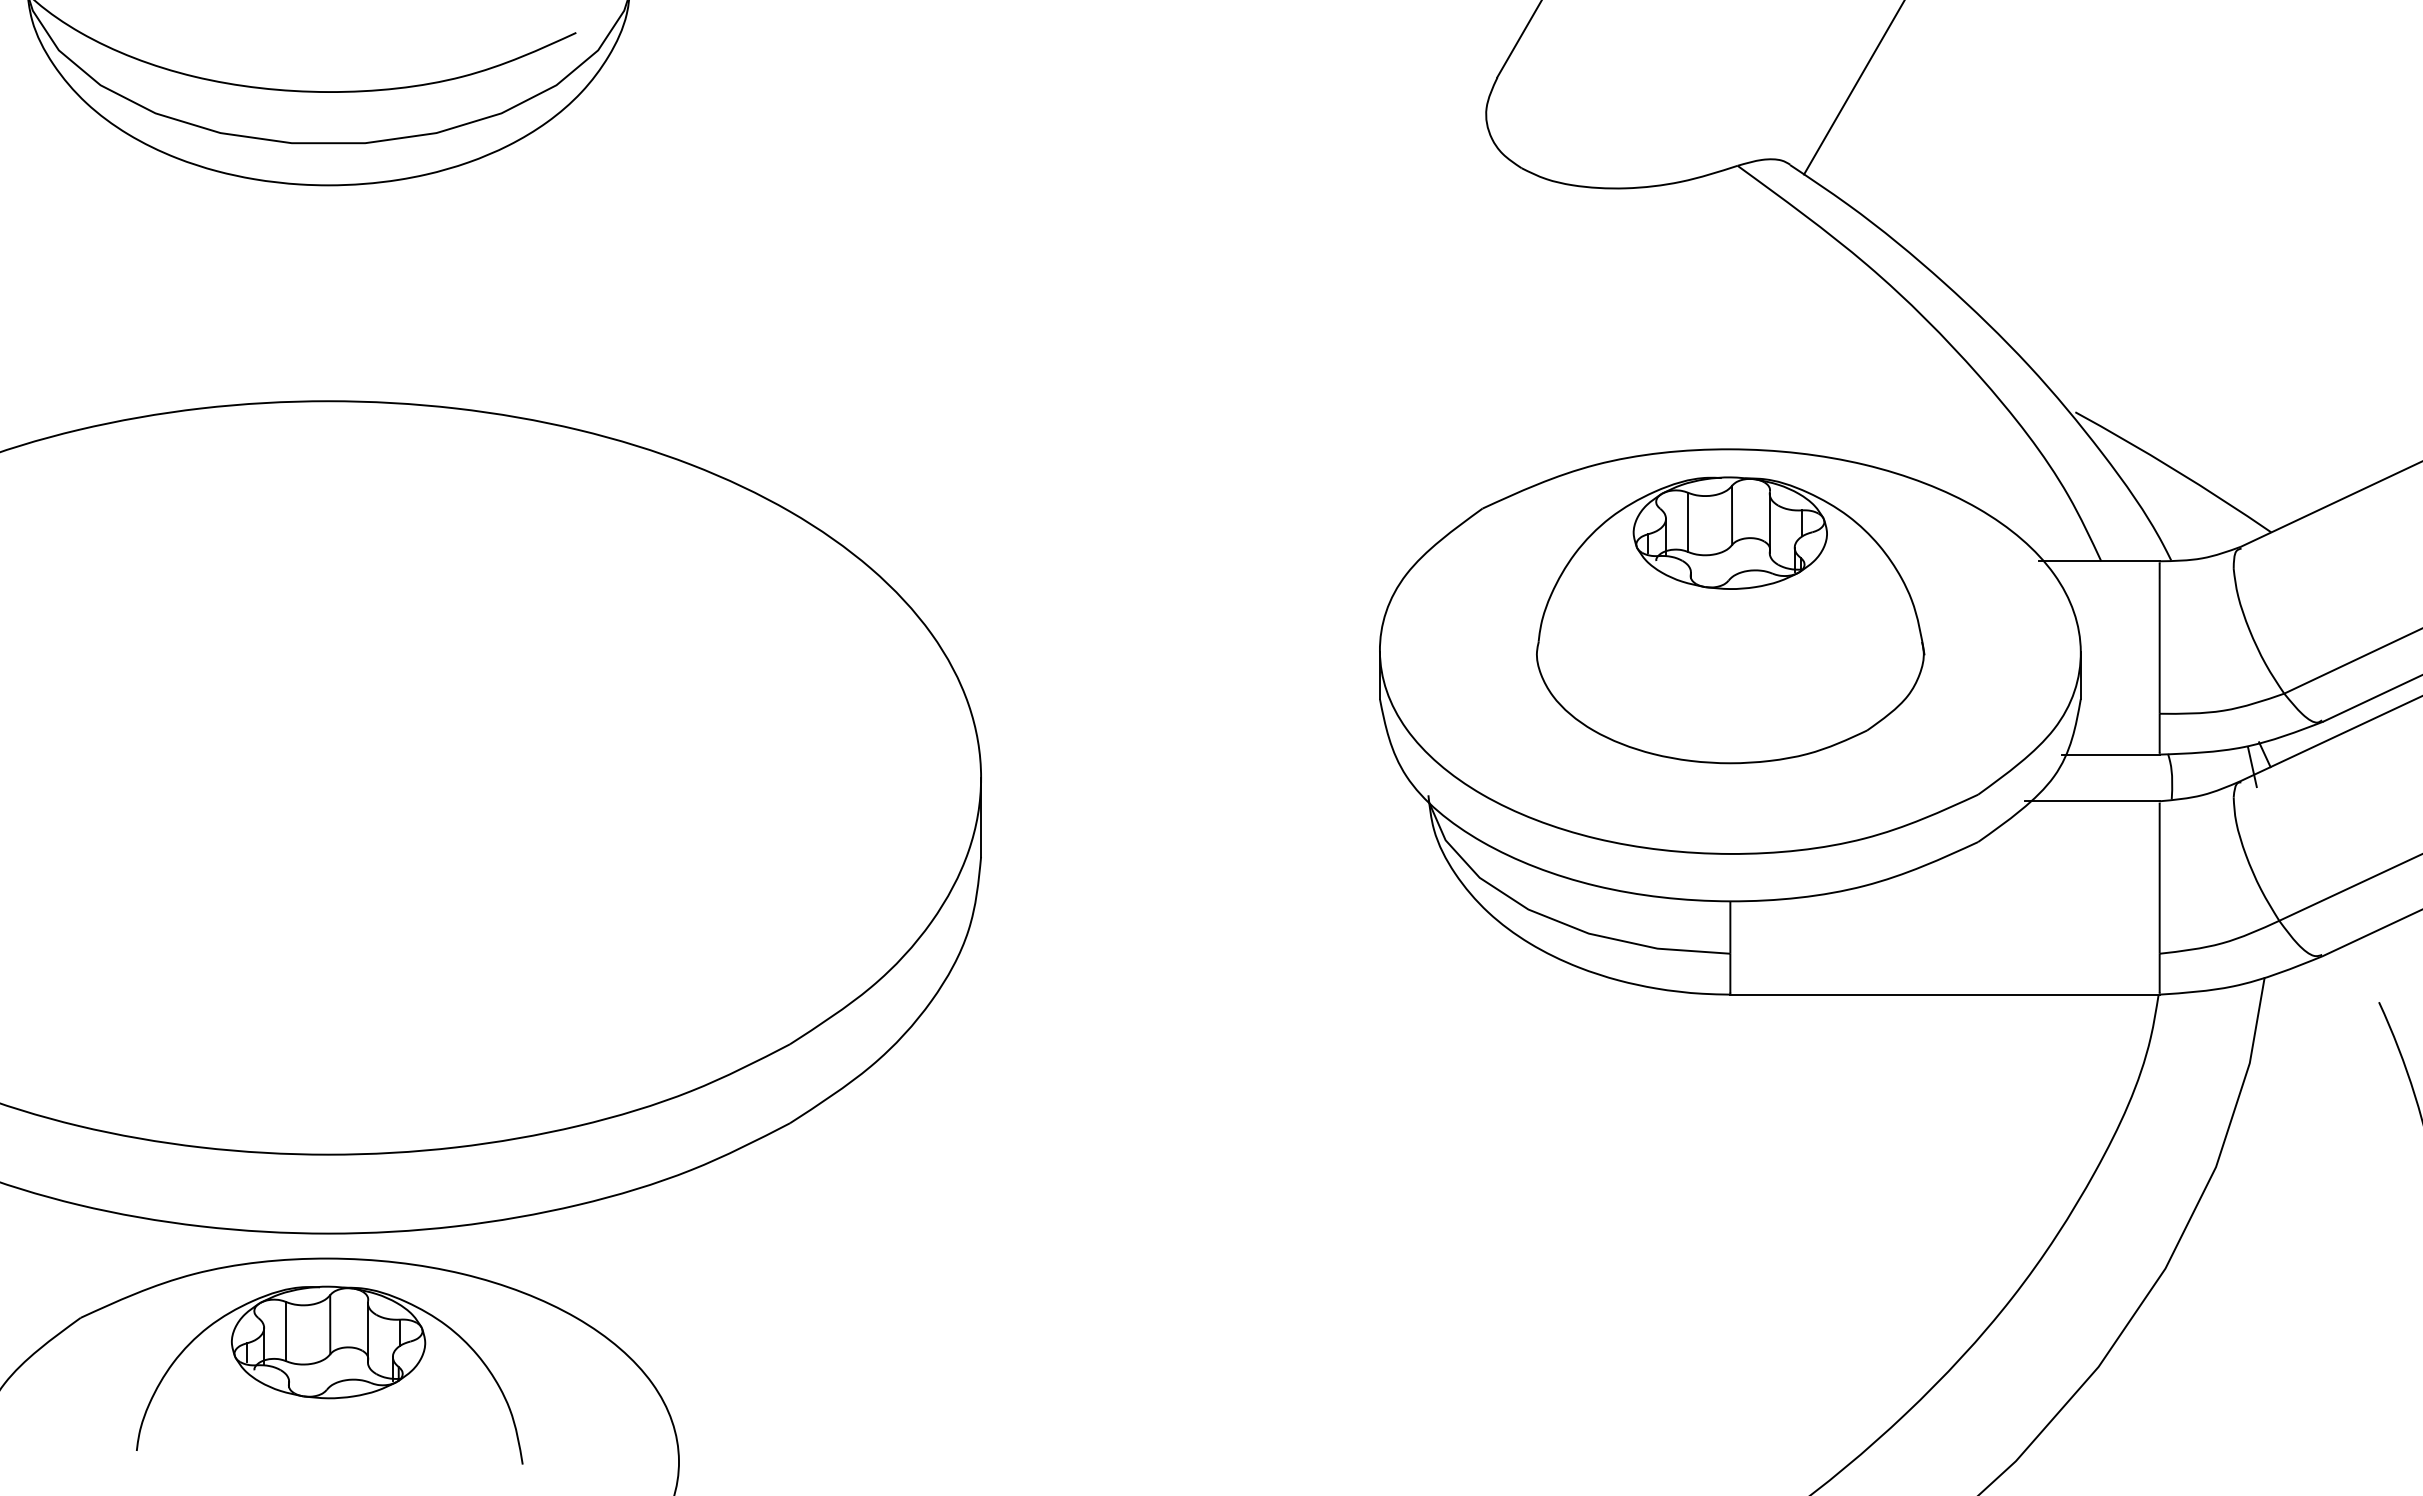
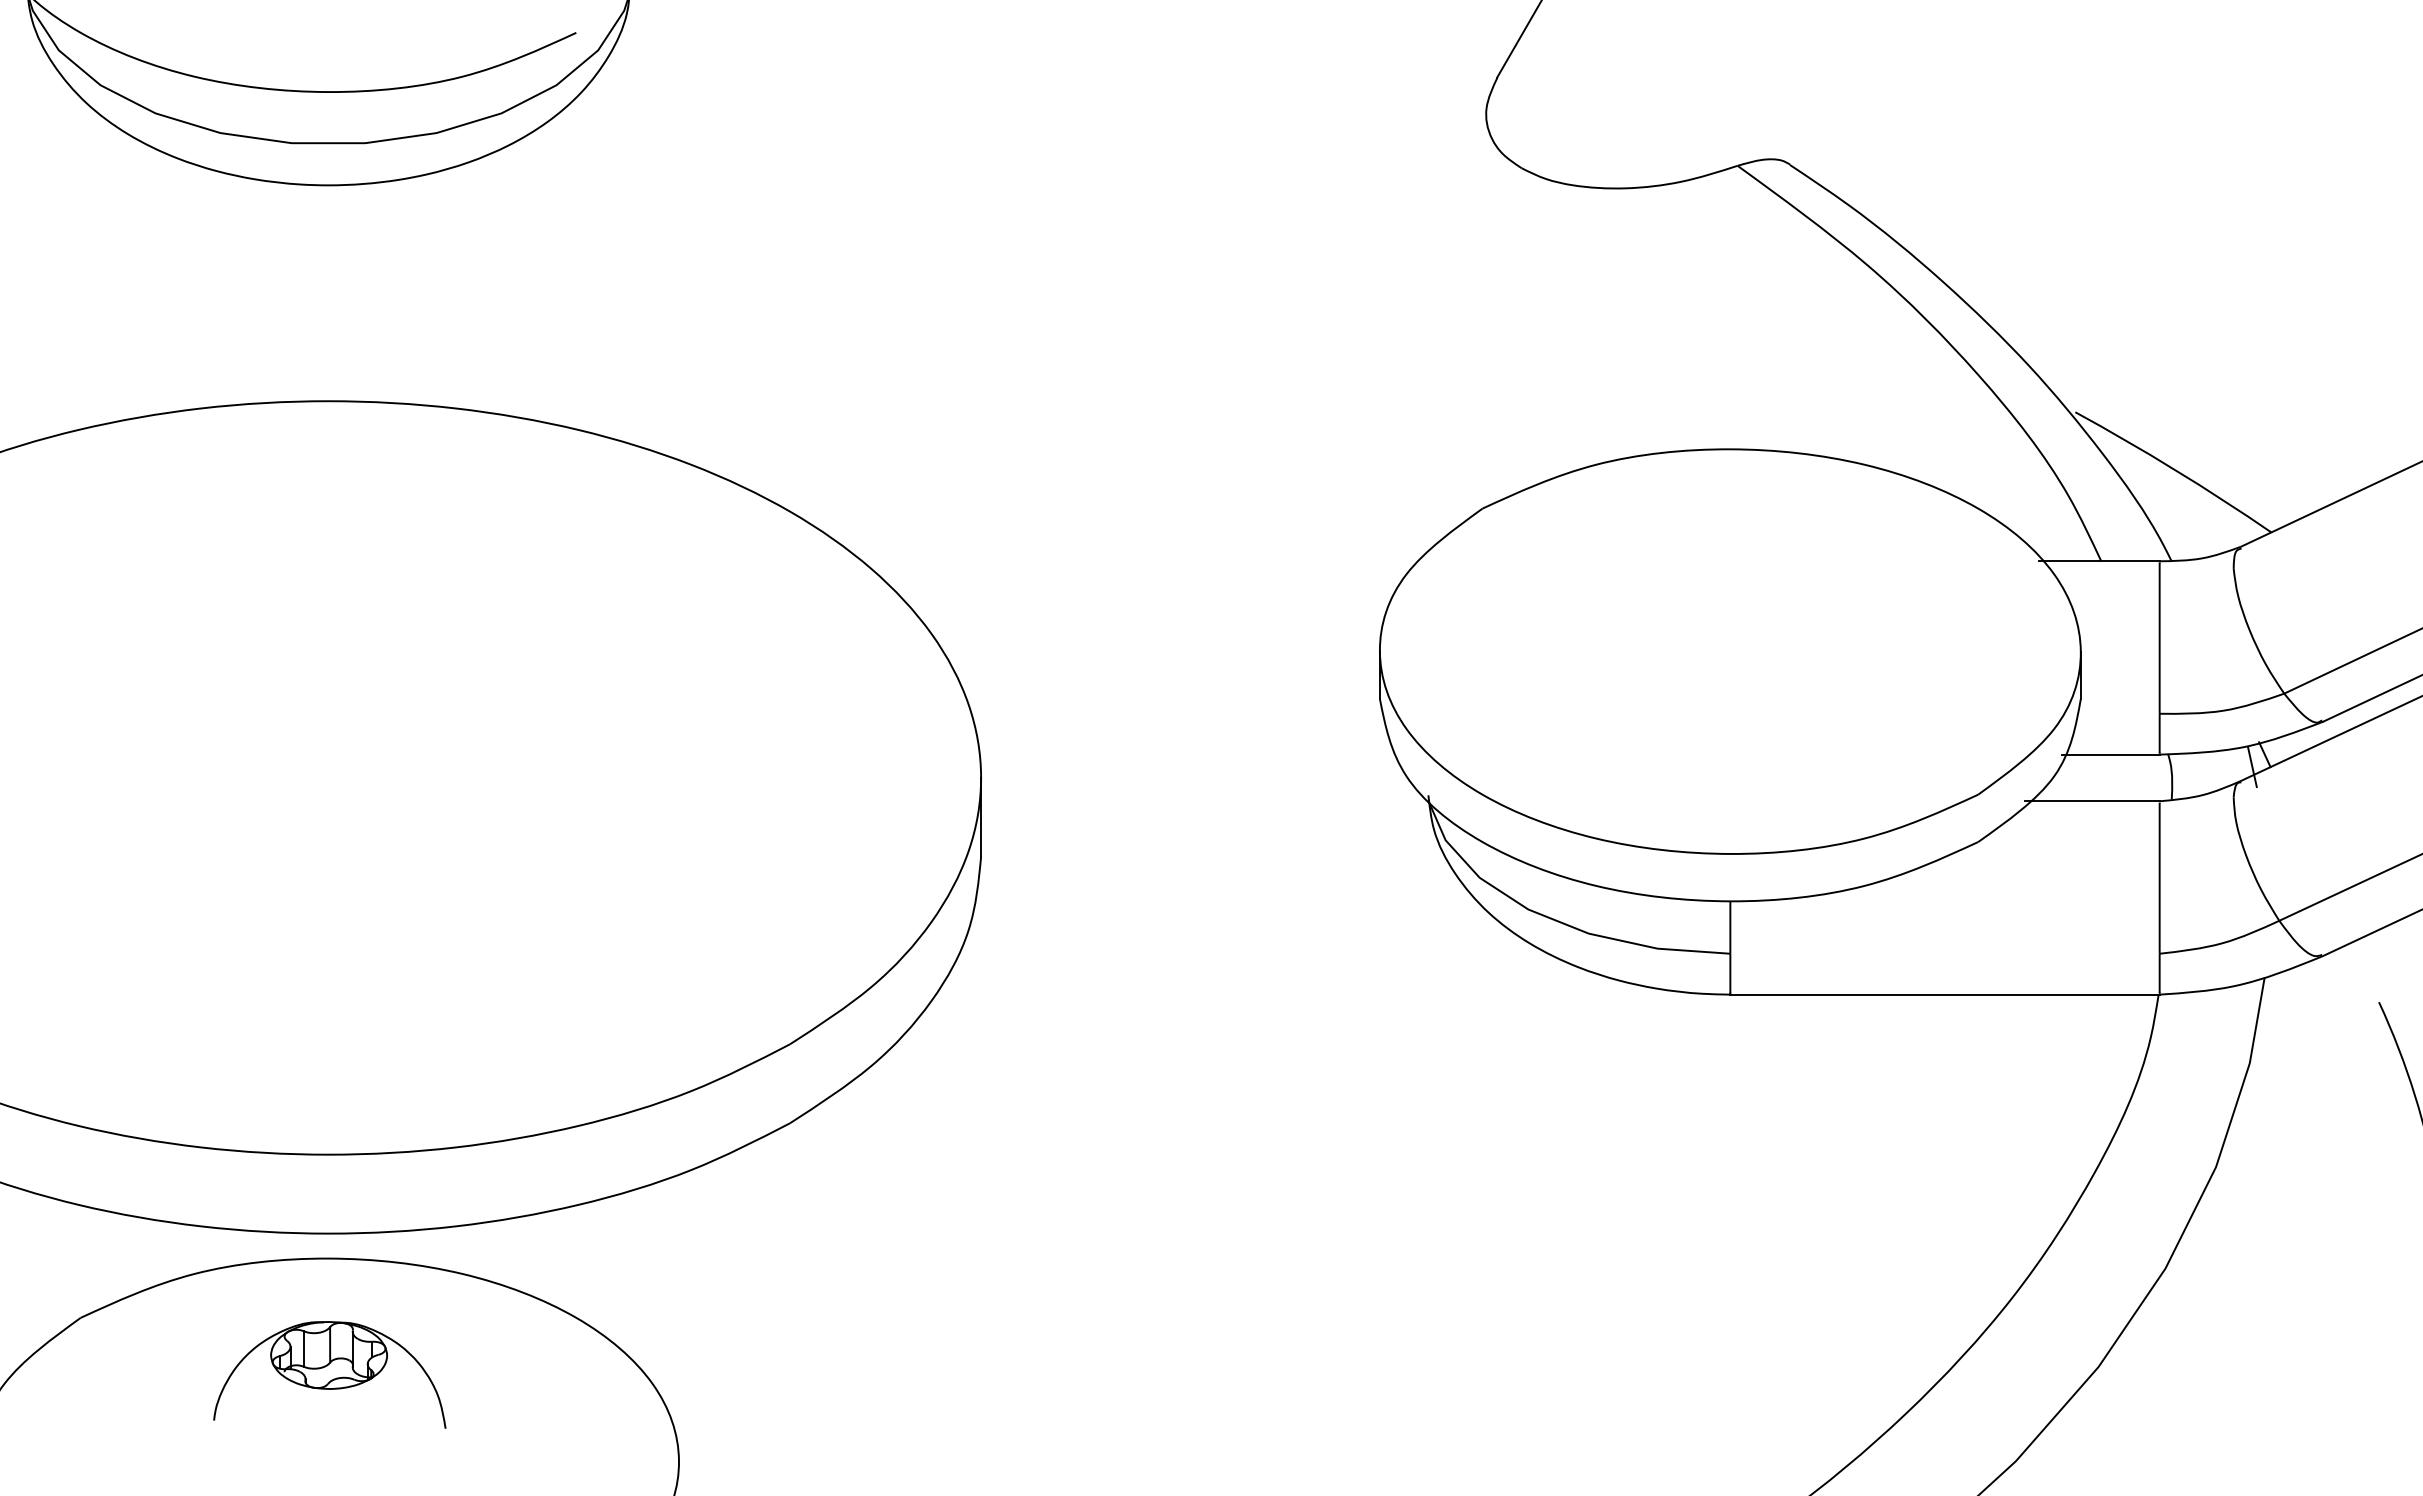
line at (1853, 88): present -> none
part at (1730, 620): present -> none
part at (329, 1374) size: 388x180 px -> 234x108 px
